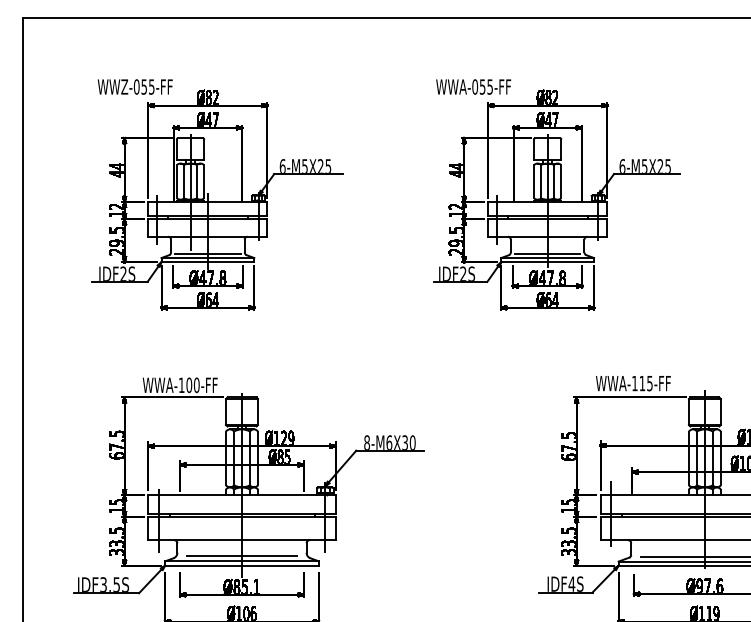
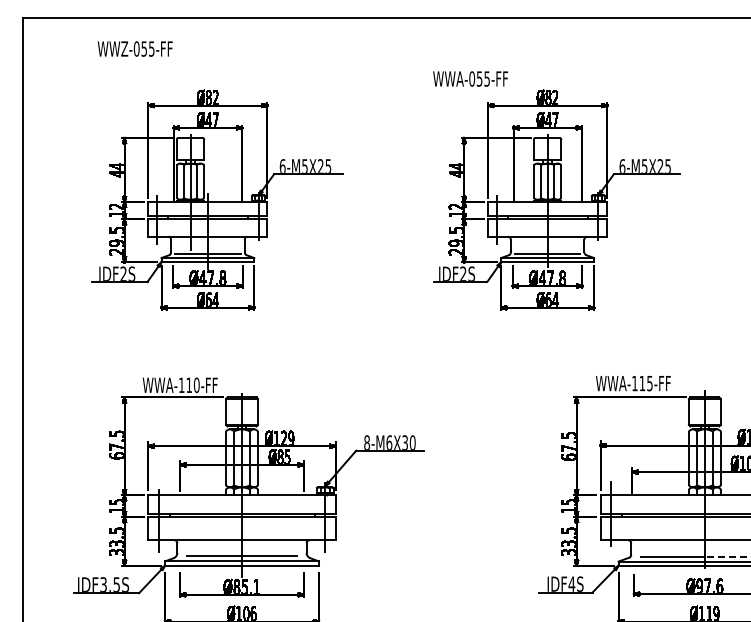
text at (134, 86) position: (134, 86) -> (134, 48)
text at (473, 86) position: (473, 86) -> (470, 78)
text at (189, 385): WWA-100-FF -> WWA-110-FF
line at (727, 556): solid -> dashed
